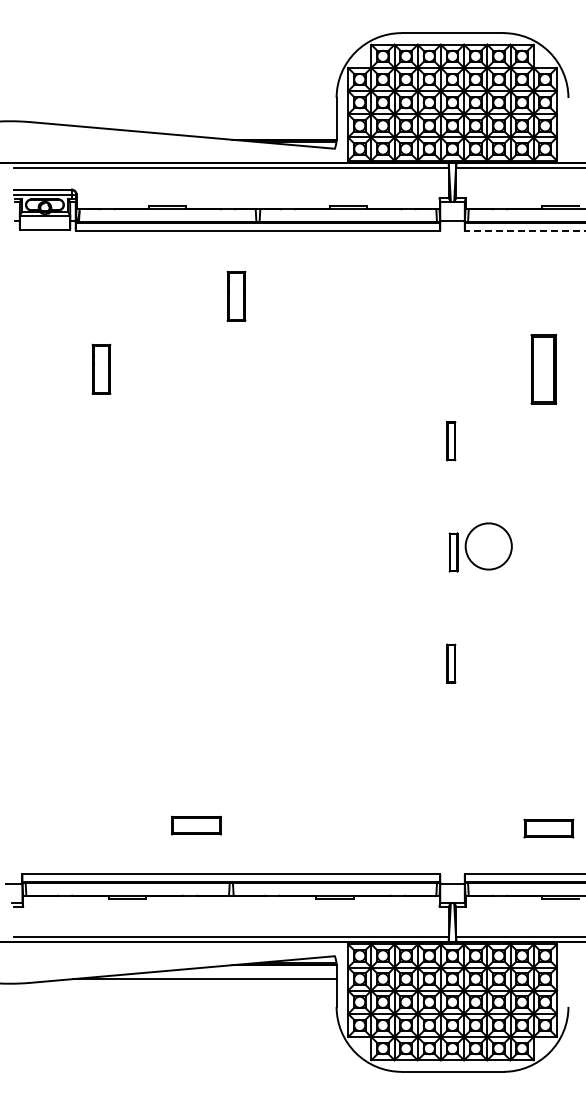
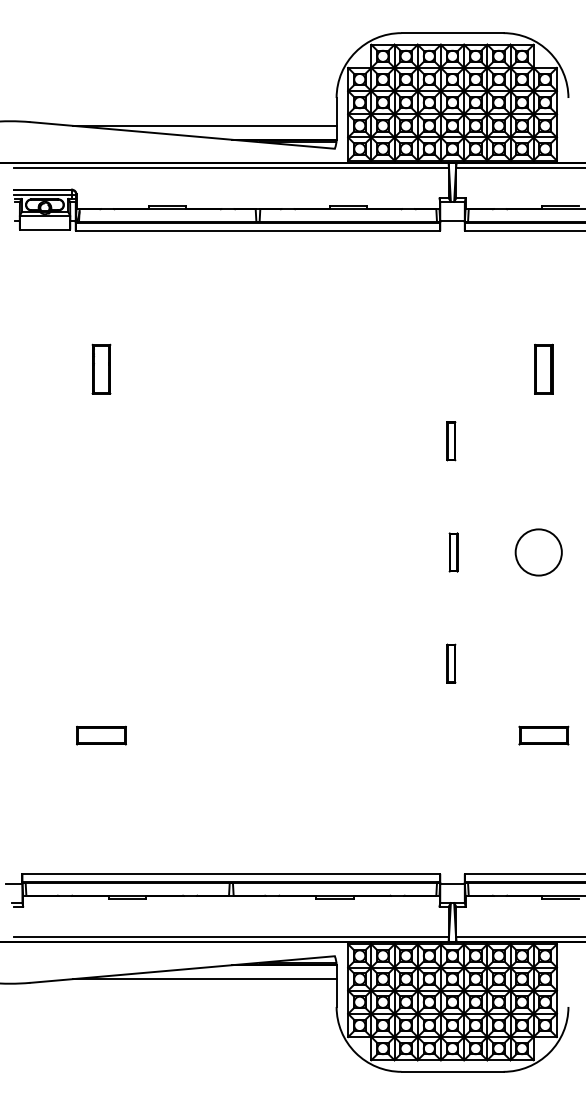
line at (204, 125): none -> present
line at (524, 231): dashed -> solid
part at (236, 295): present -> none
part at (543, 369) size: 28x71 px -> 20x52 px
circle at (488, 546) position: (488, 546) -> (538, 552)
part at (196, 825) position: (196, 825) -> (101, 735)
part at (548, 828) position: (548, 828) -> (543, 735)
